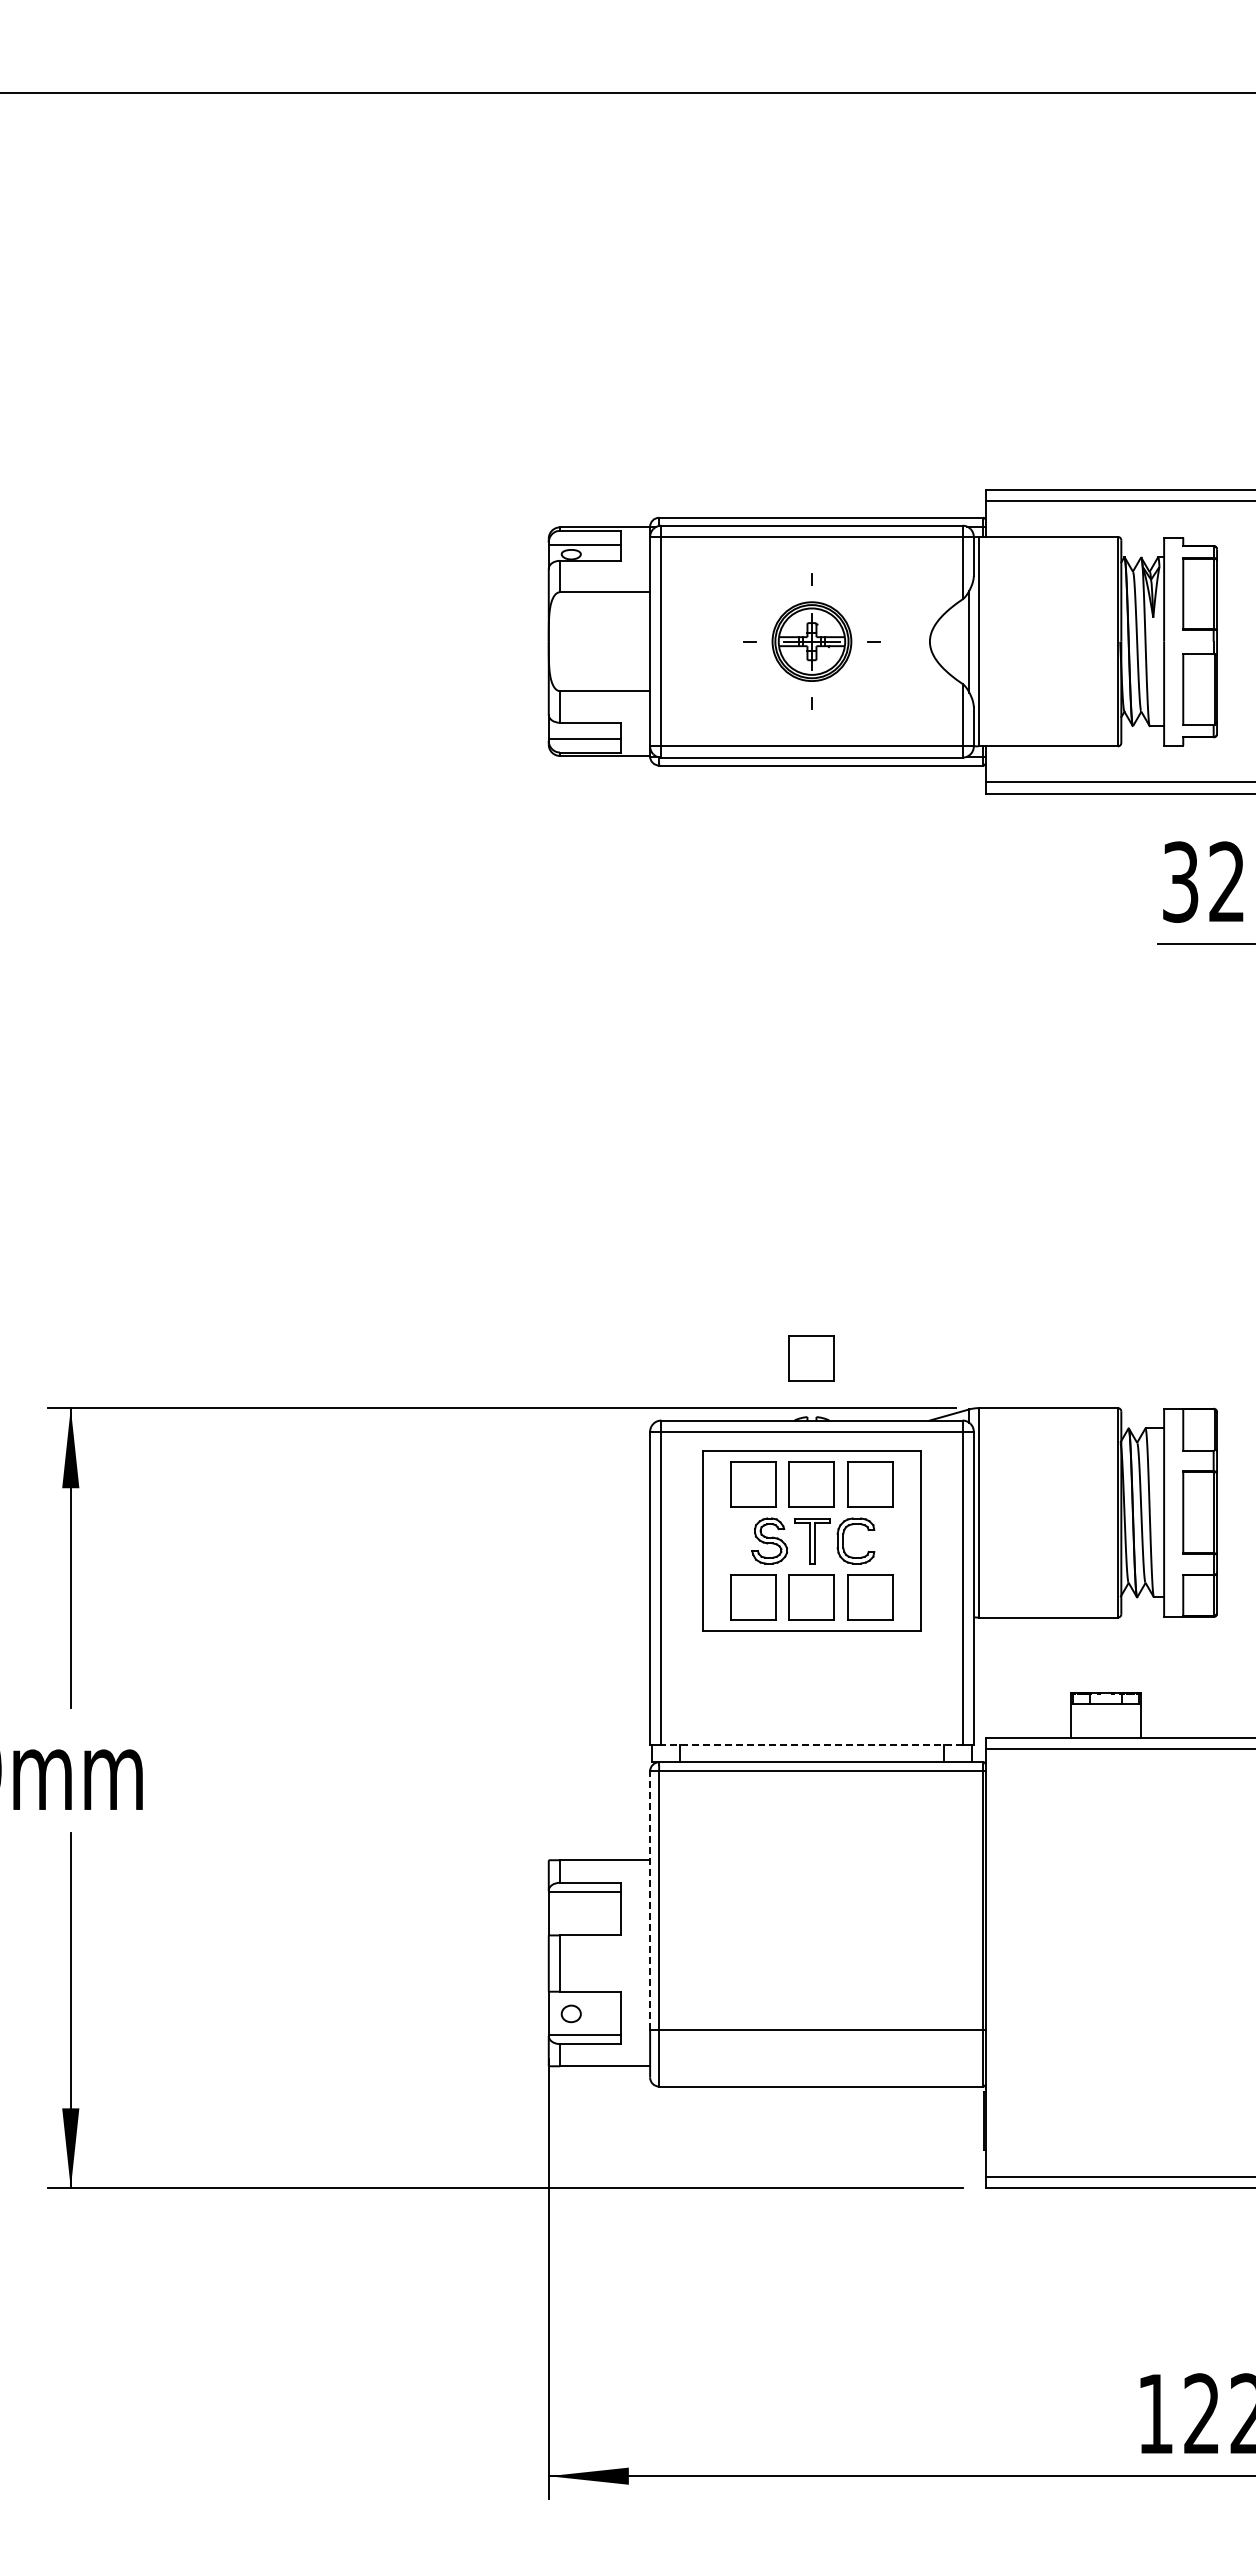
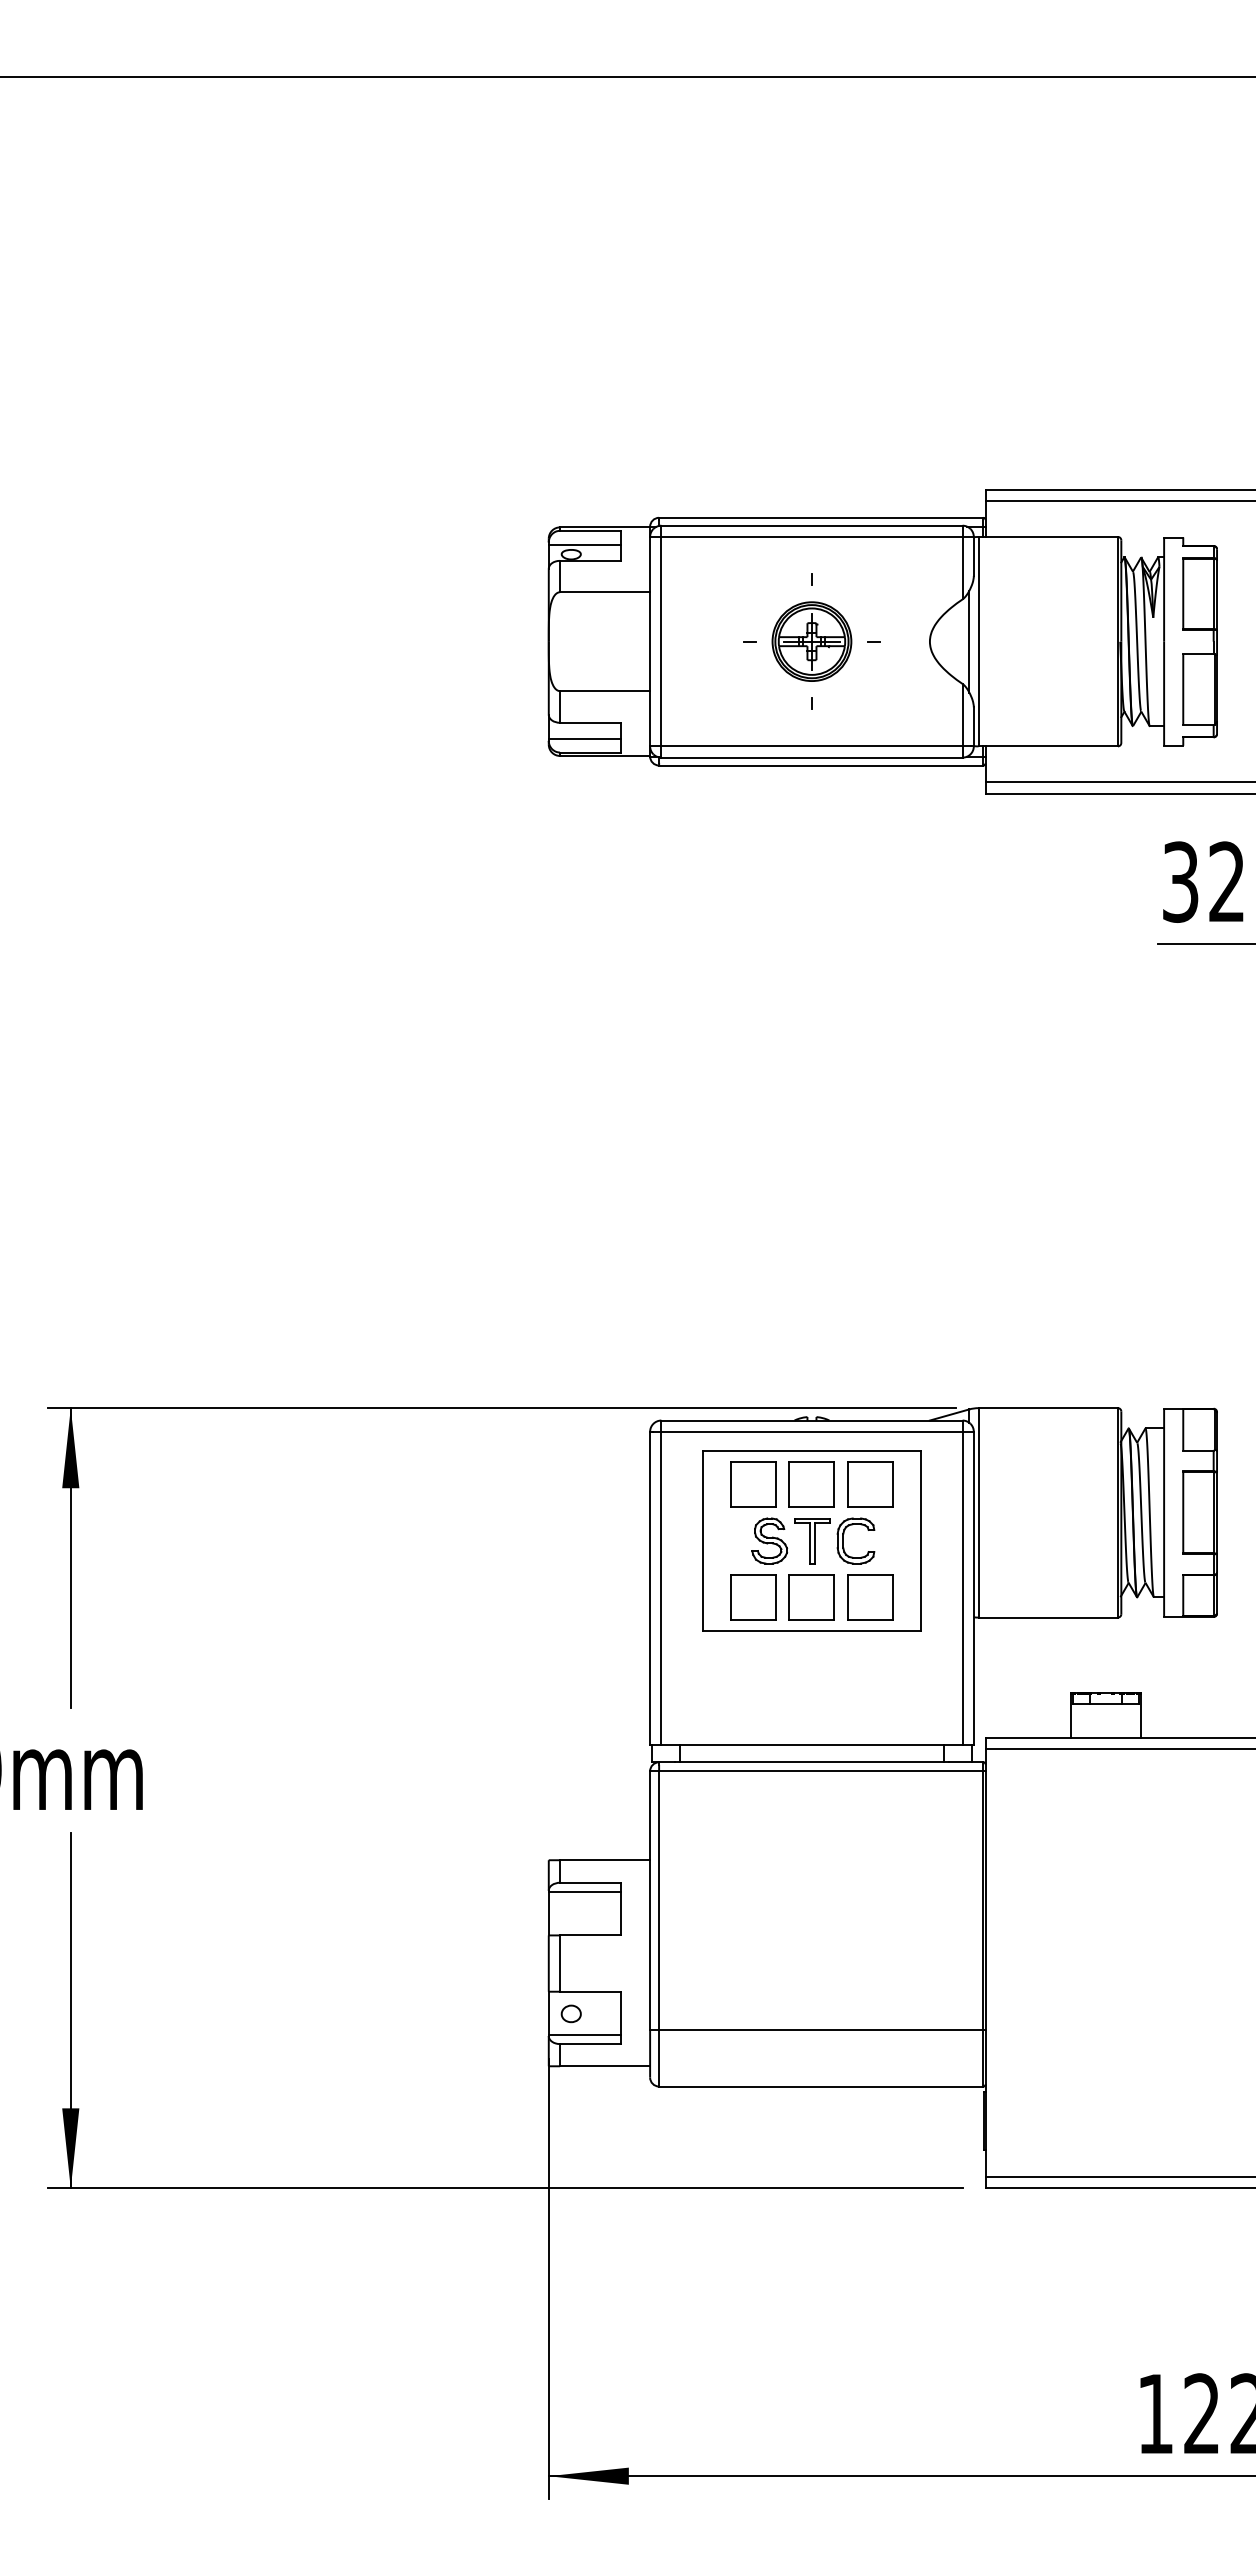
line at (627, 93) position: (627, 93) -> (627, 77)
part at (811, 1358): present -> none
line at (811, 1745): dashed -> solid
line at (650, 1900): dashed -> solid
